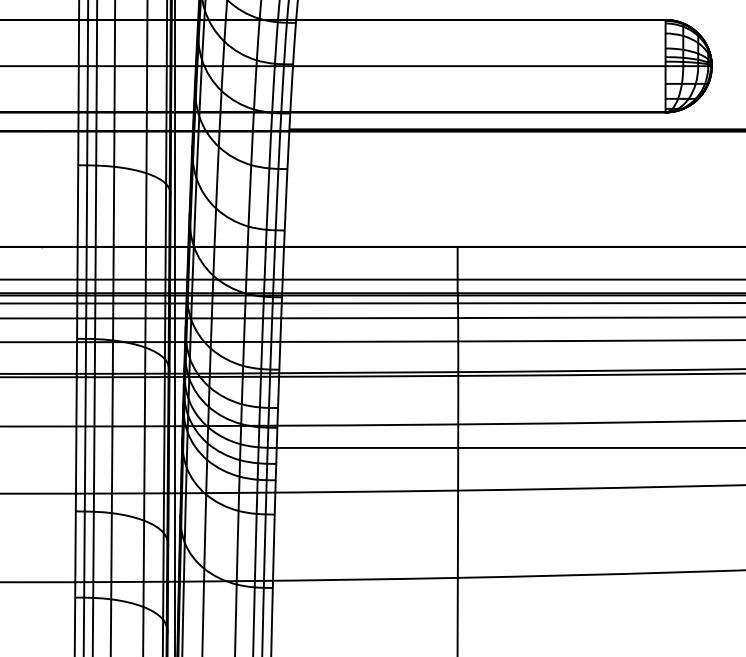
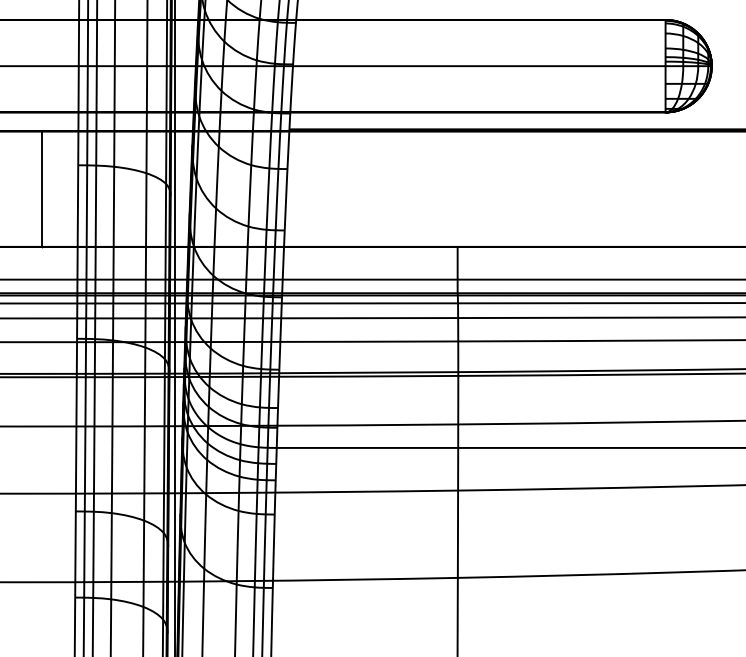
line at (41, 188): none -> present
